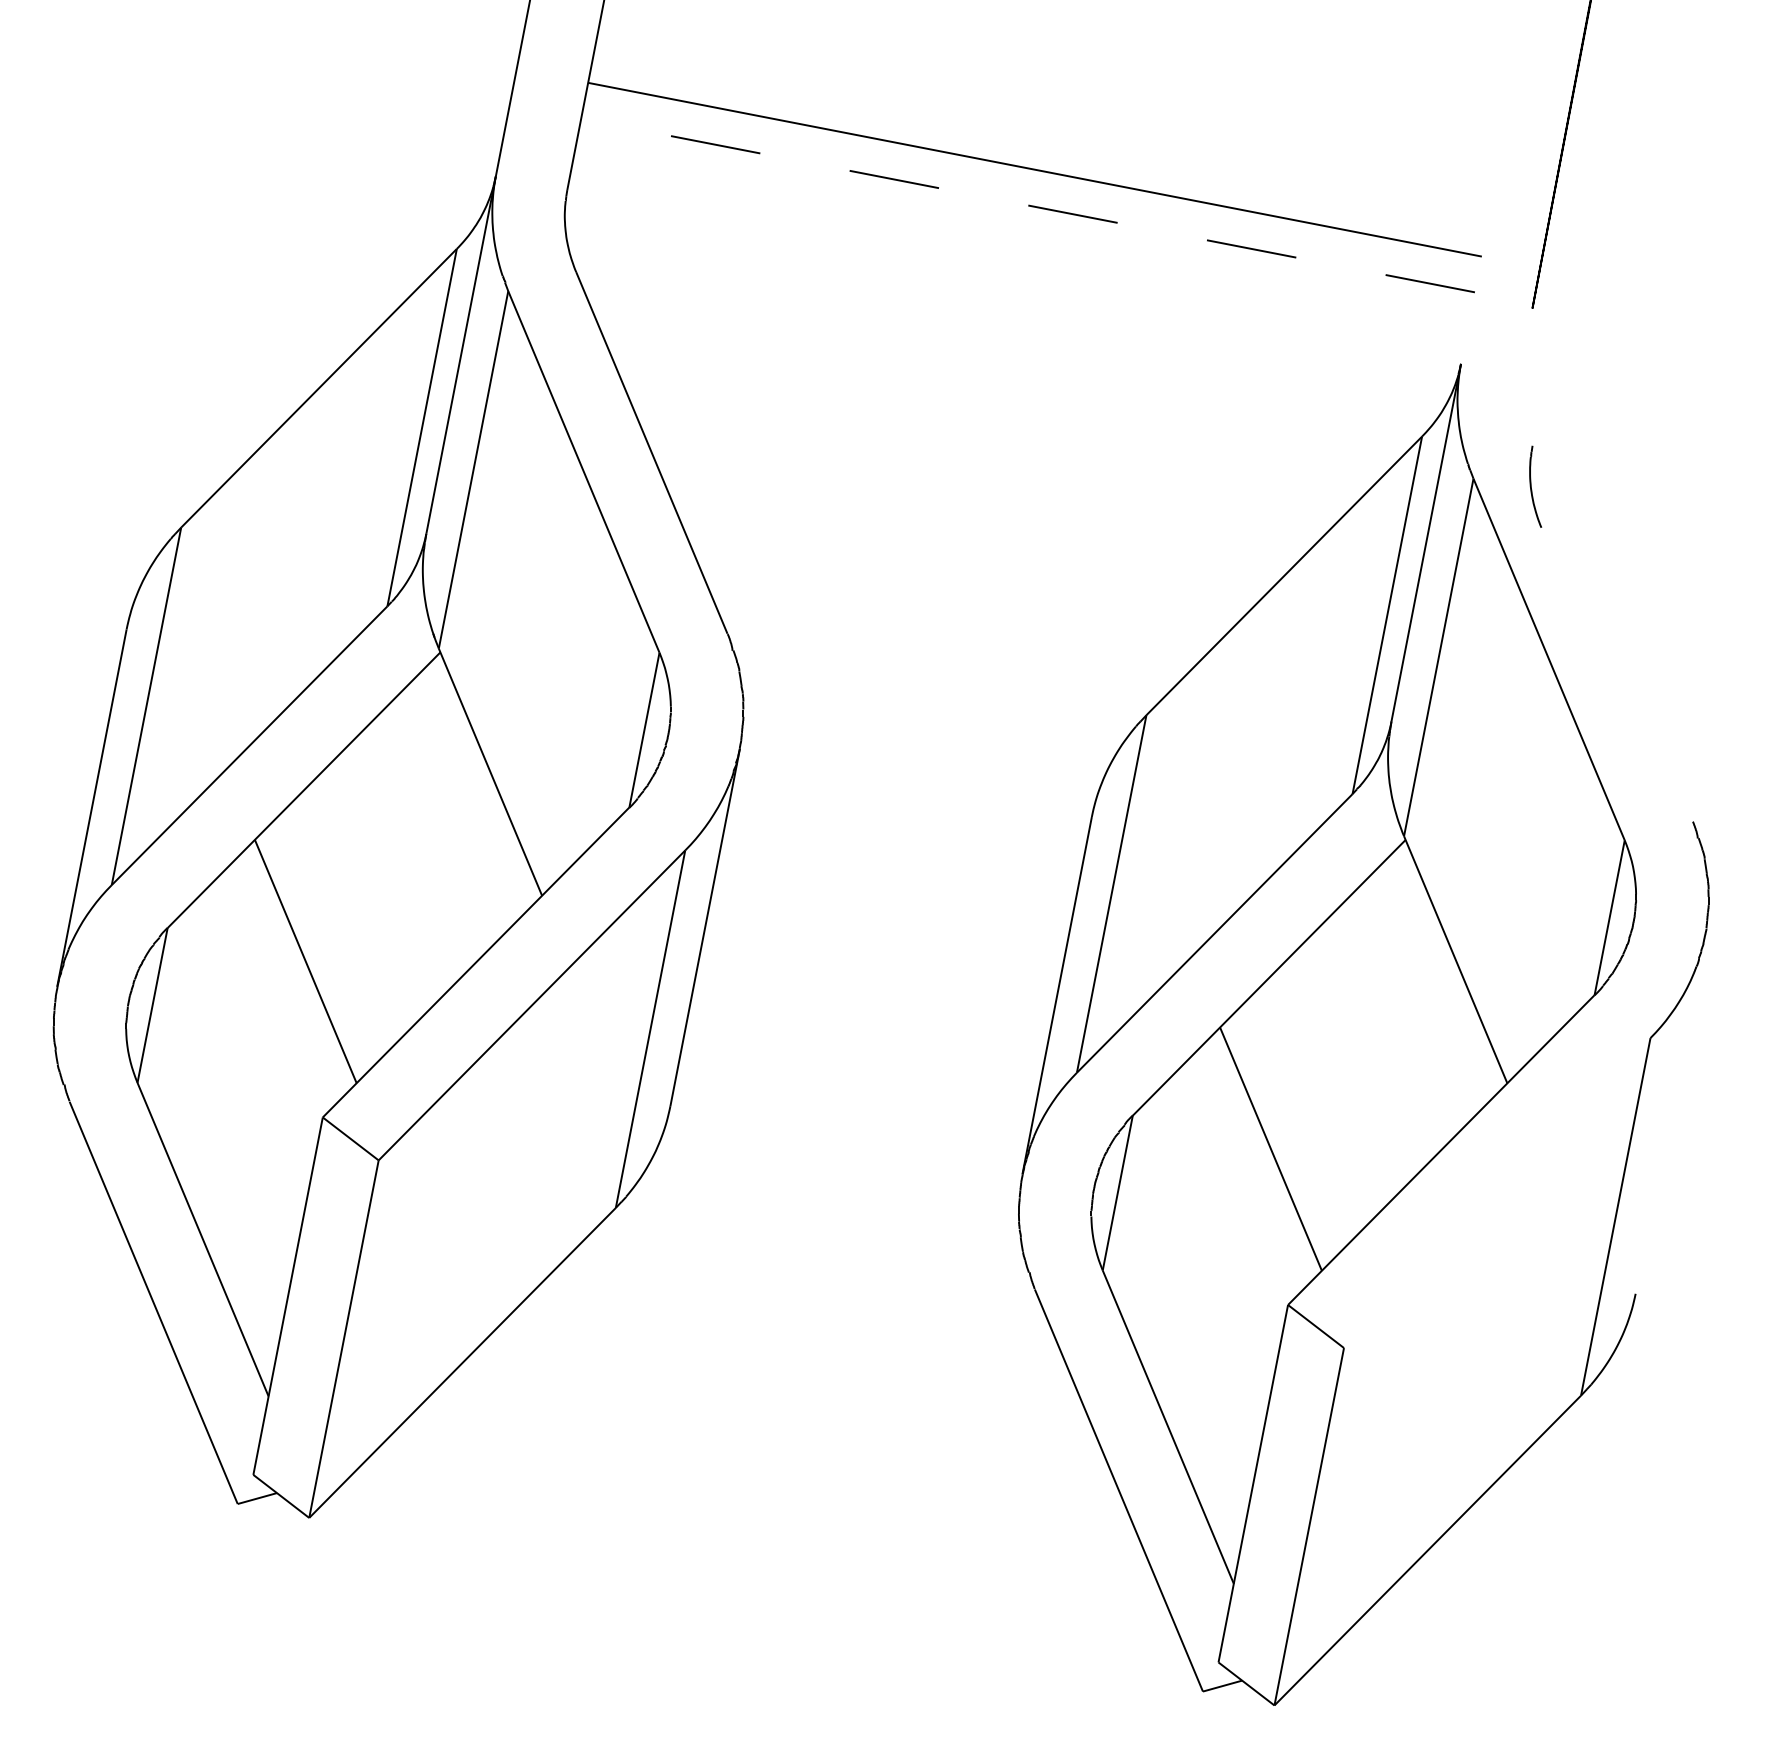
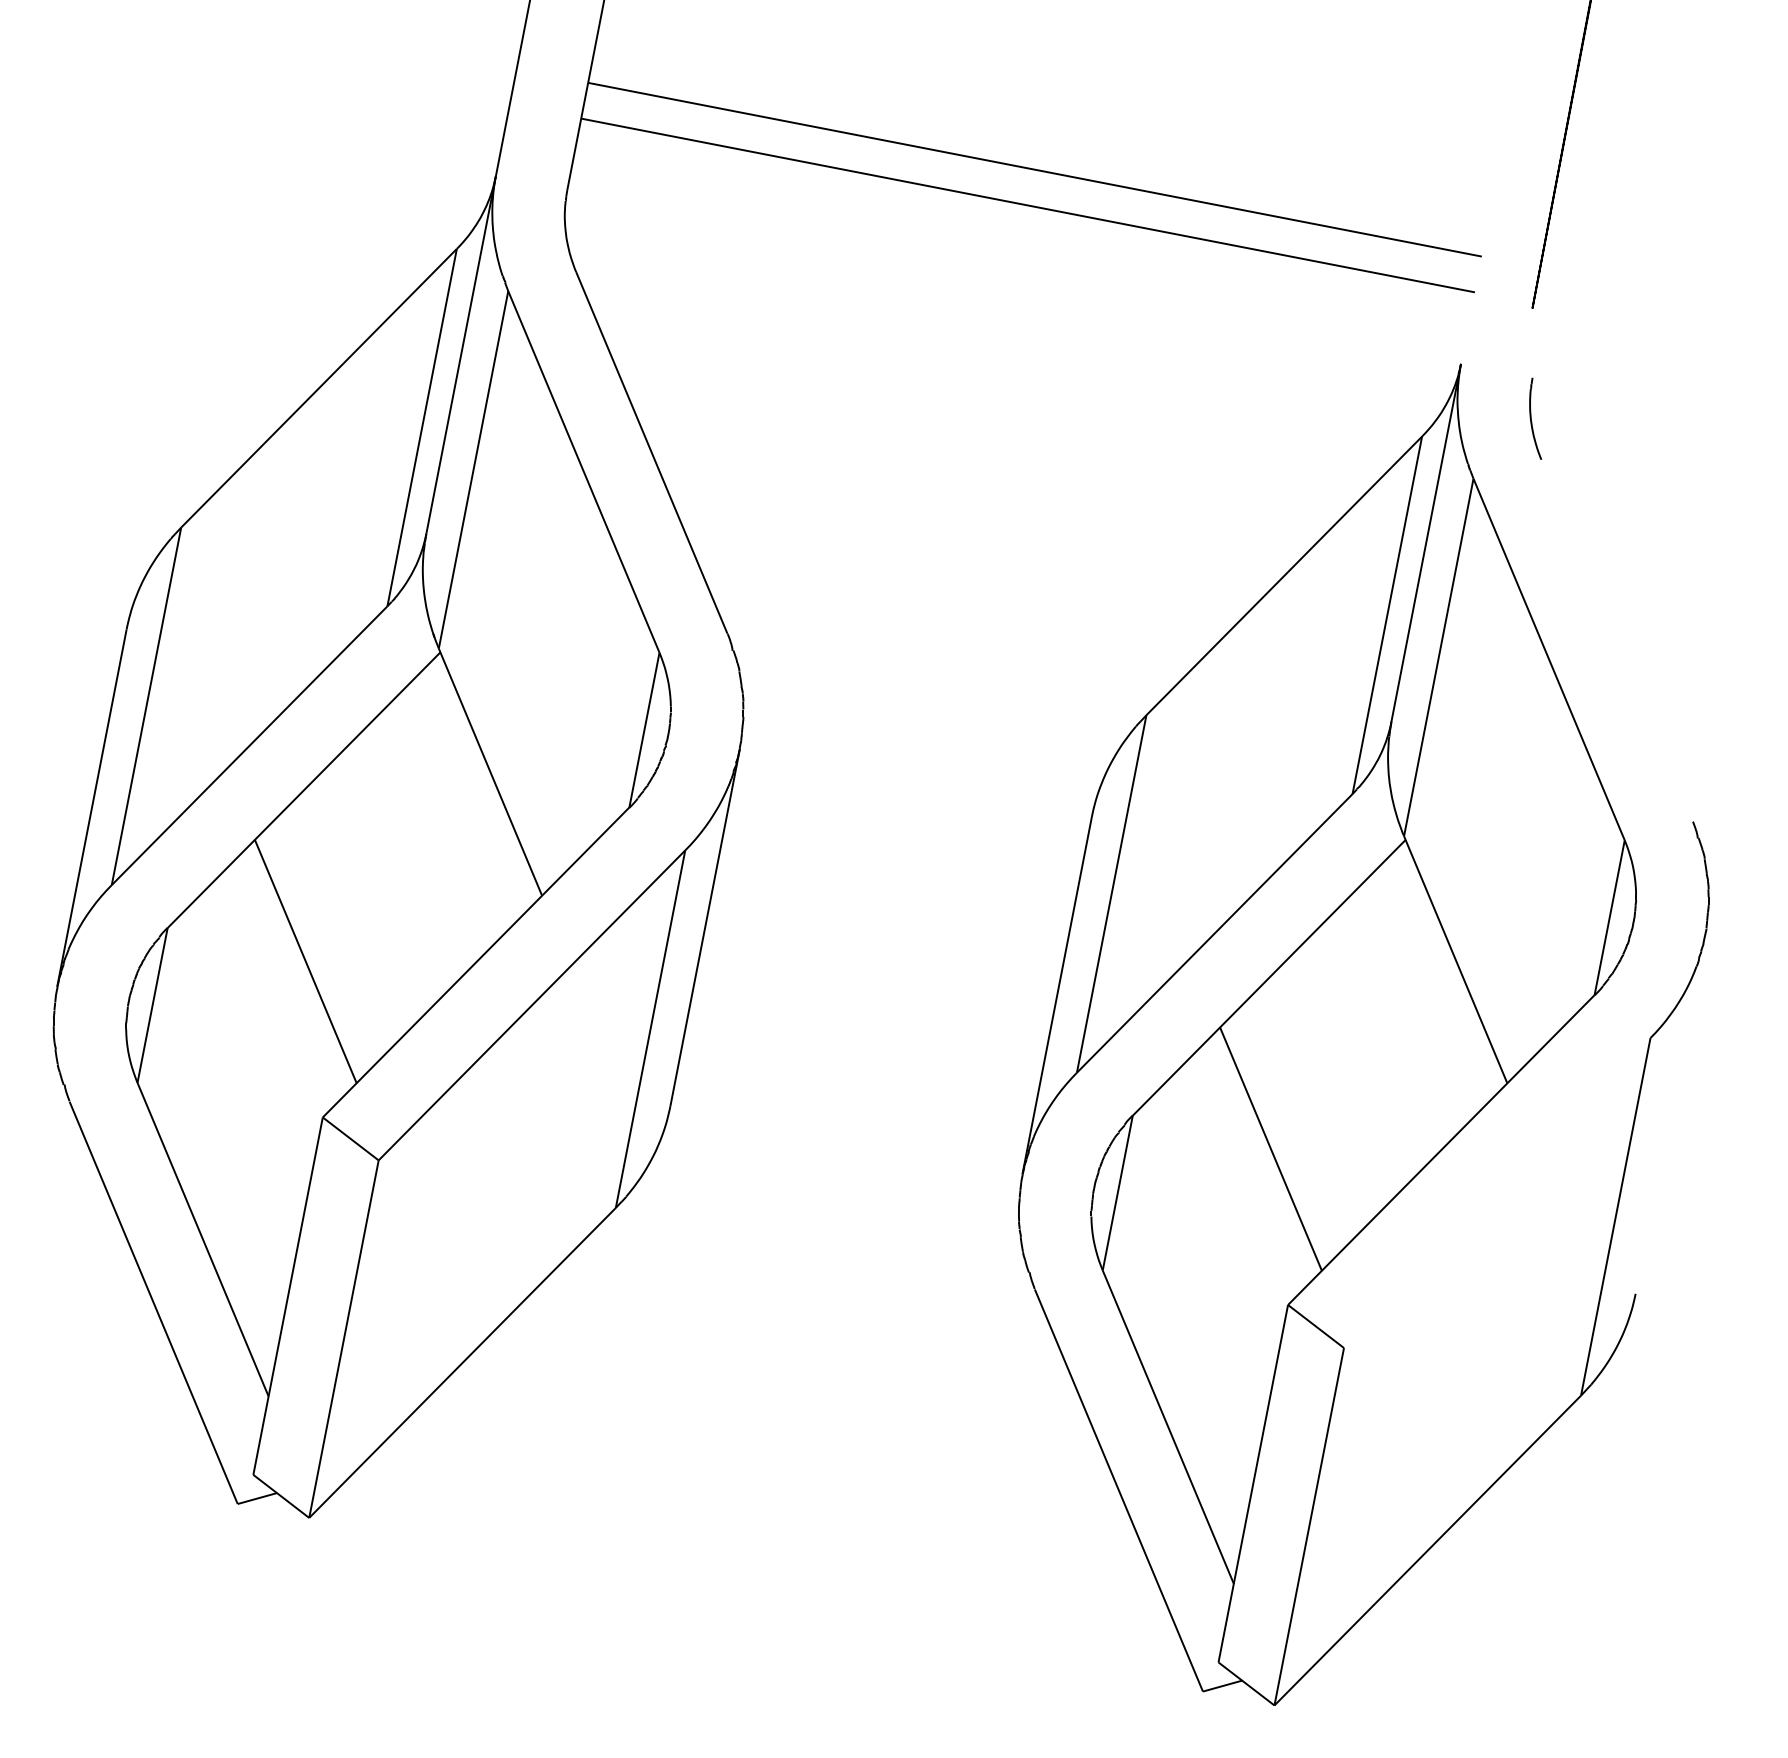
line at (1027, 205): dashed -> solid
part at (1535, 486) position: (1535, 486) -> (1535, 418)
